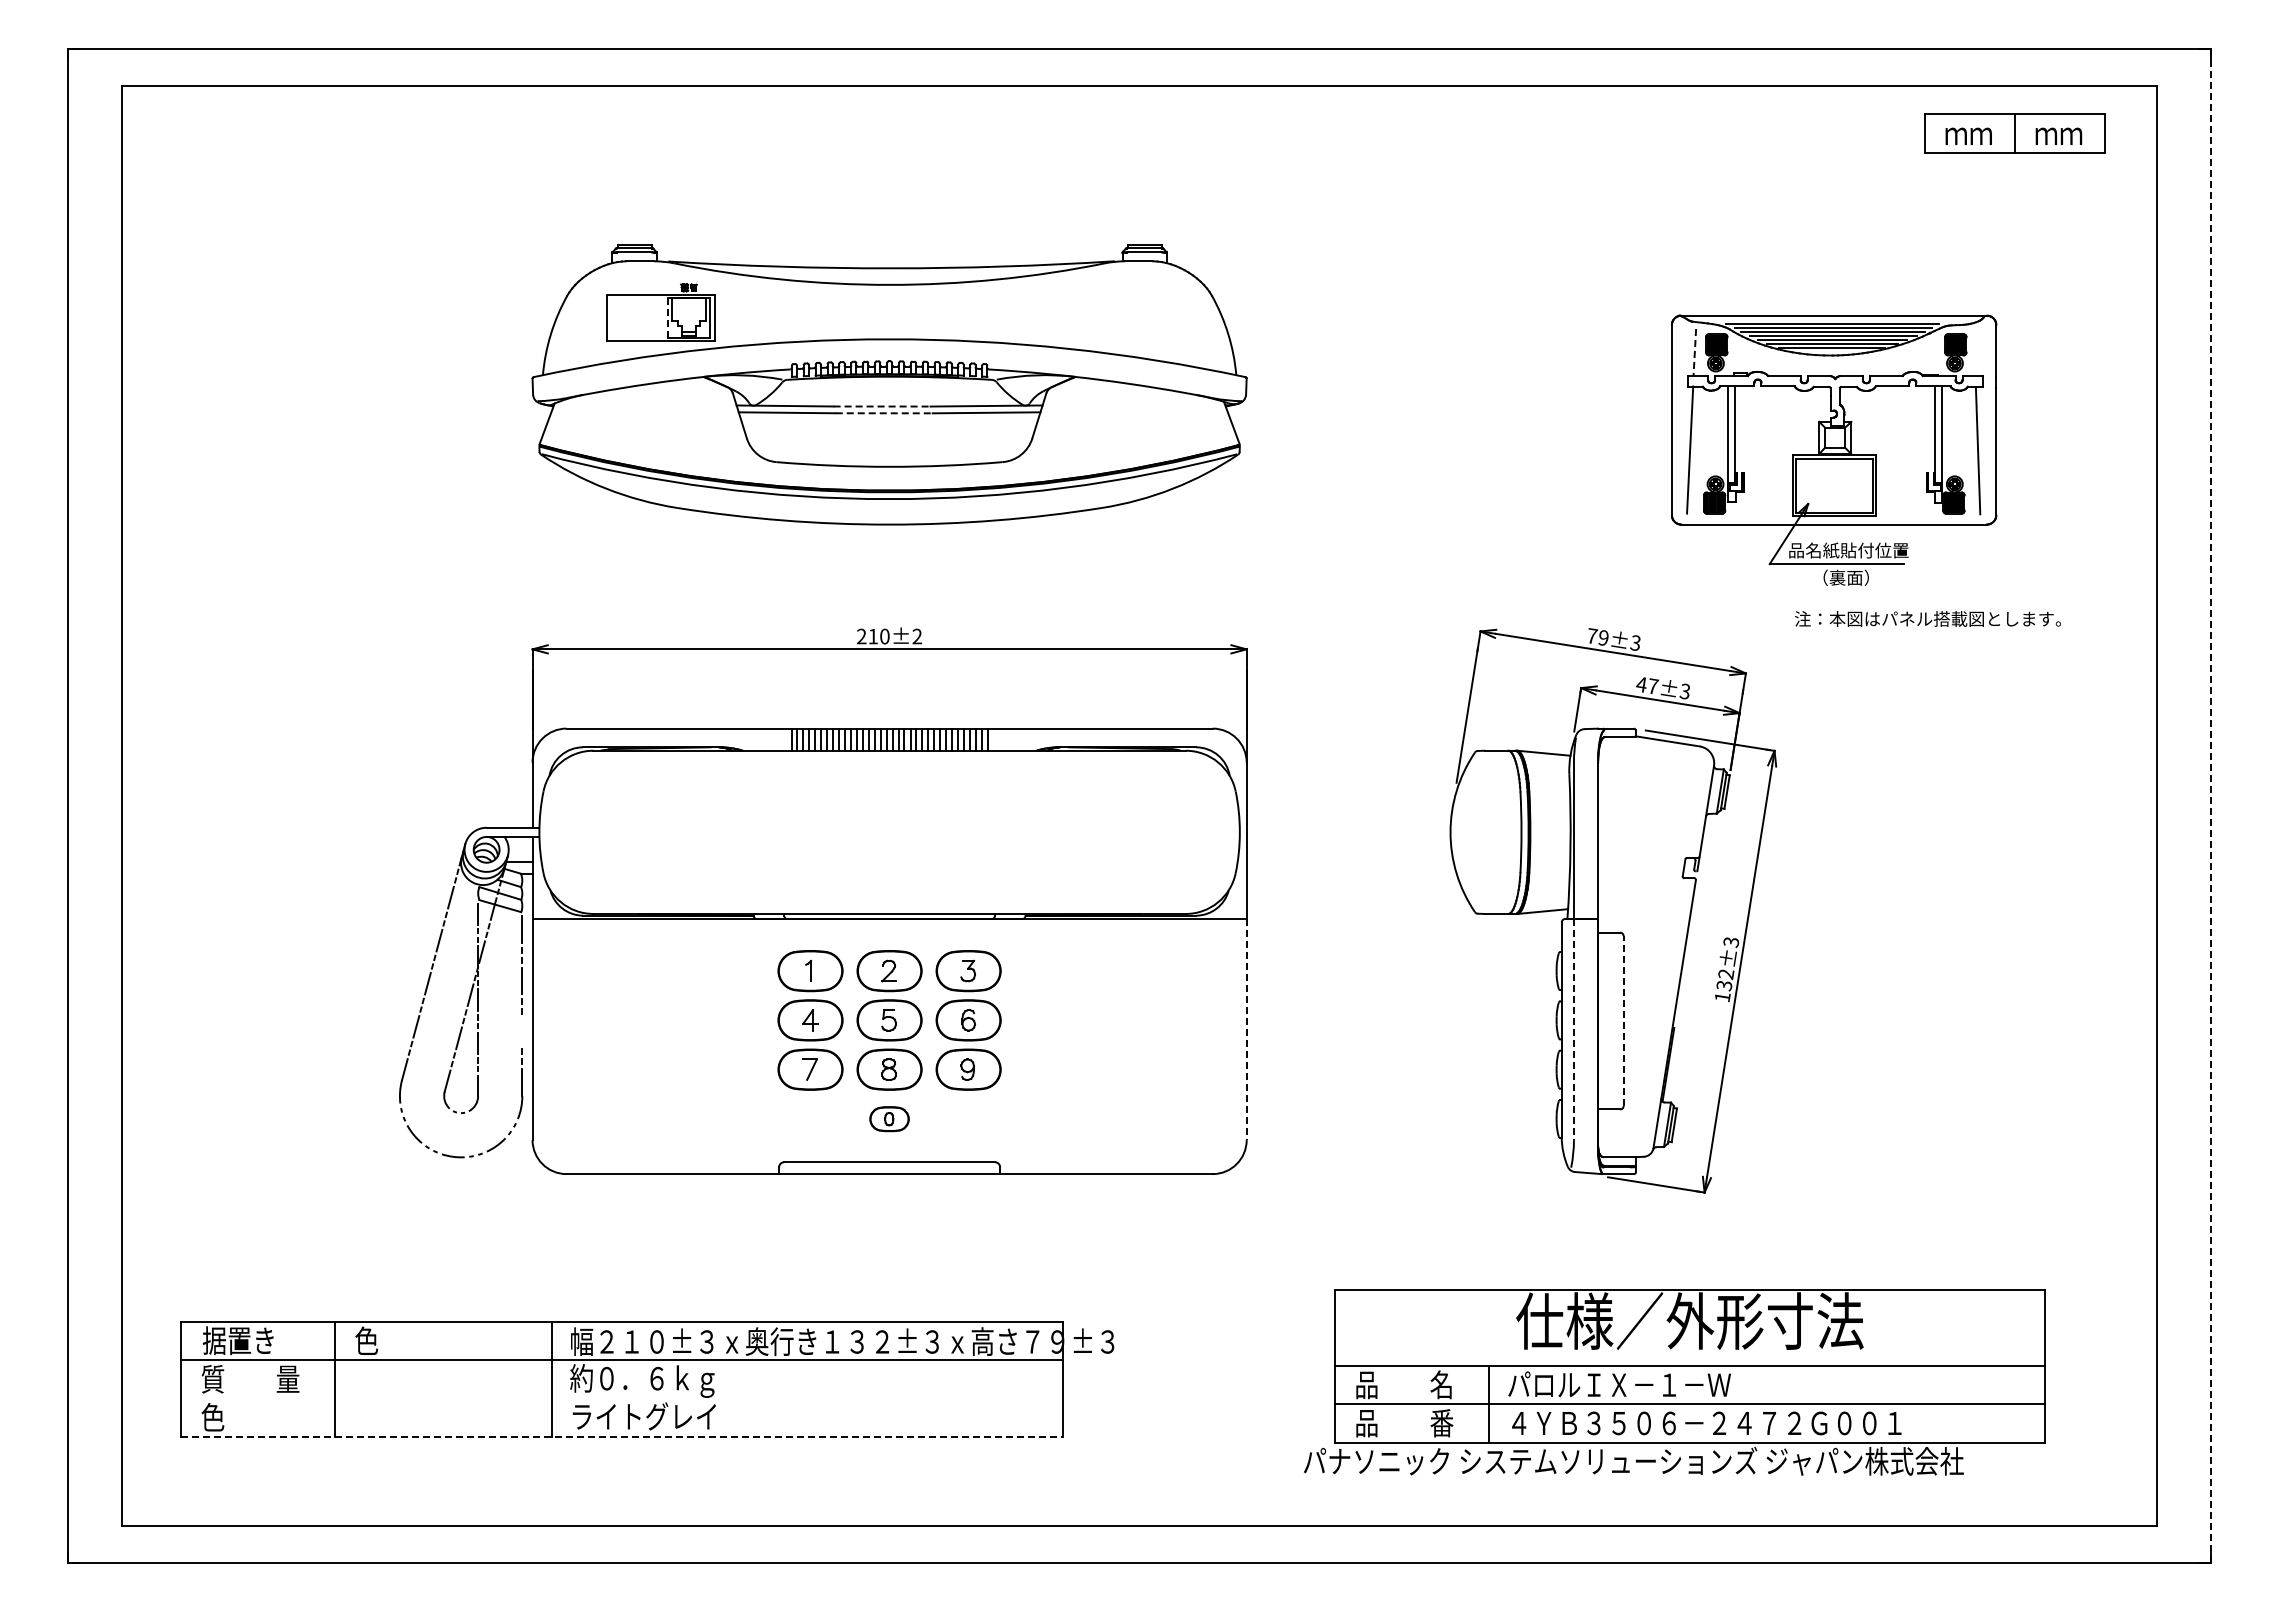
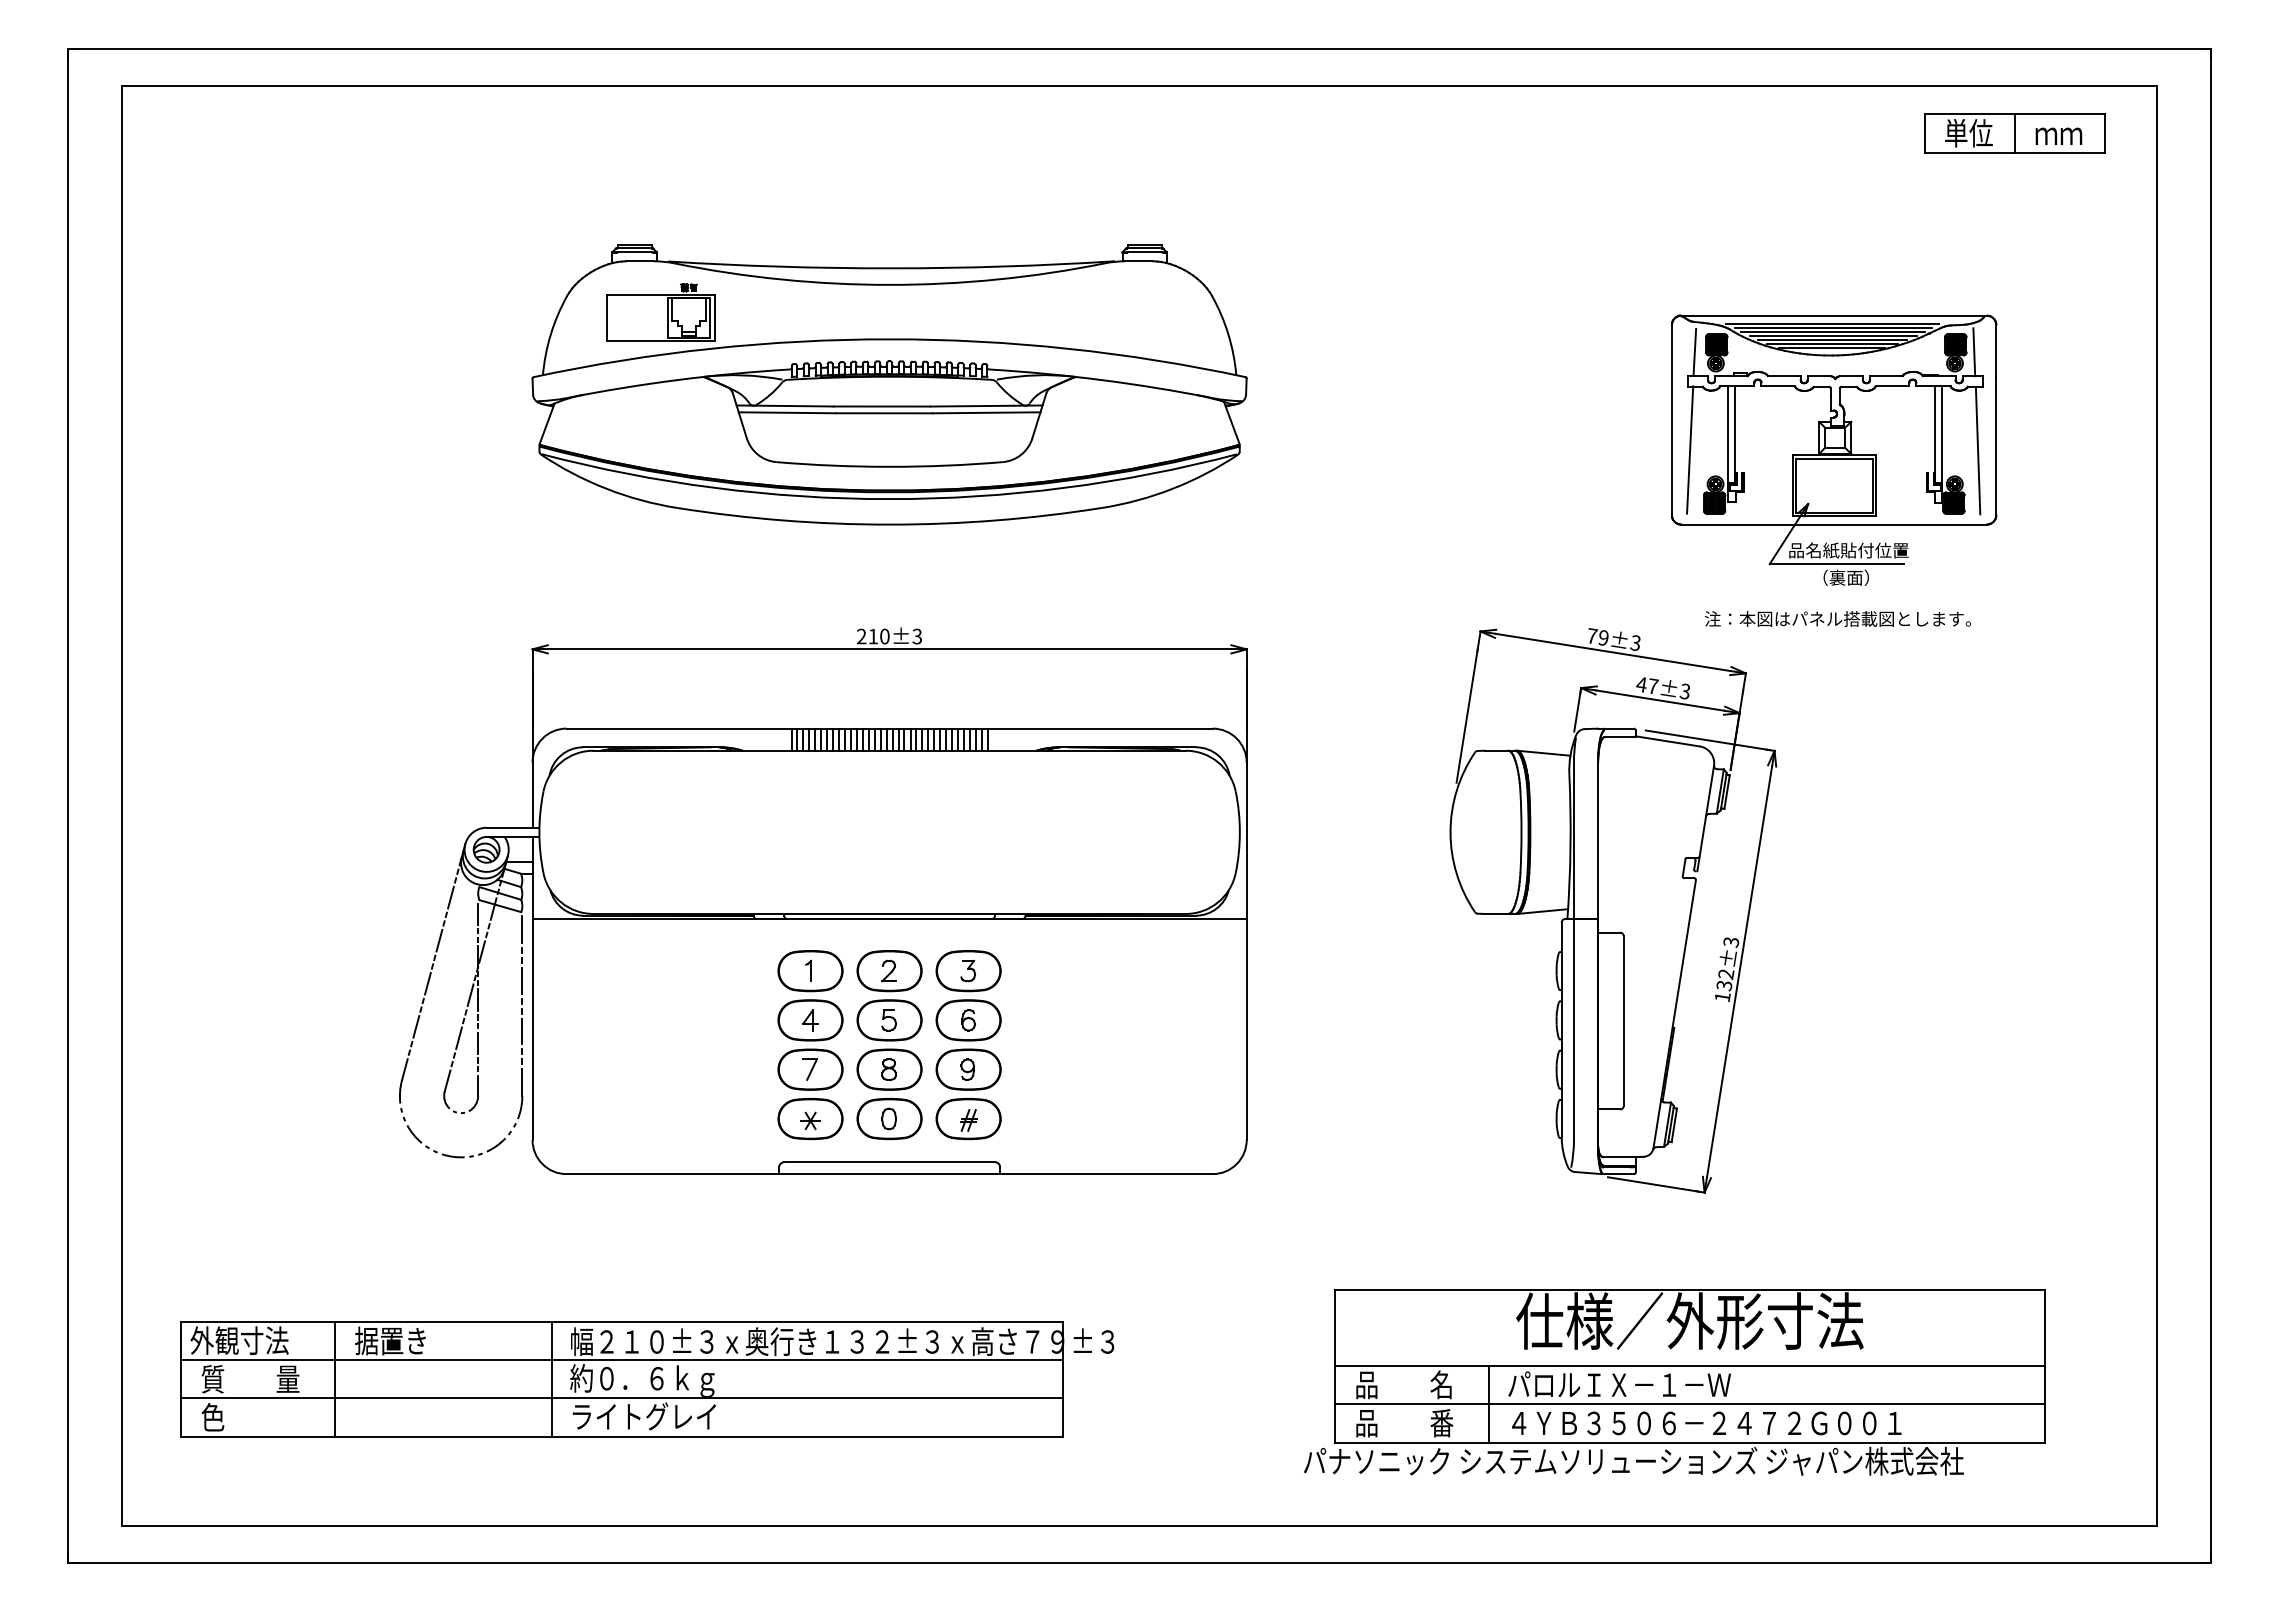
text at (1968, 133): ｍｍ -> 単位
line at (667, 318): dashed -> solid
line at (1694, 352): dashed -> solid
line at (1974, 352): none -> present
line at (882, 406): dashed -> solid
line at (884, 413): dashed -> solid
text at (1927, 618) position: (1927, 618) -> (1837, 618)
text at (917, 636): 210±2 -> 210±3
line at (2210, 805): dashed -> solid
line at (1623, 1020): dashed -> solid
line at (1246, 1029): dashed -> solid
line at (1573, 1029): dashed -> solid
line at (522, 1030): none -> present
part at (810, 1119): none -> present
part at (889, 1119) size: 41x27 px -> 67x43 px
part at (968, 1119): none -> present
text at (239, 1340): 据置き -> 外観寸法
text at (390, 1340): 色 -> 据置き
line at (622, 1398): none -> present
line at (622, 1436): dashed -> solid
